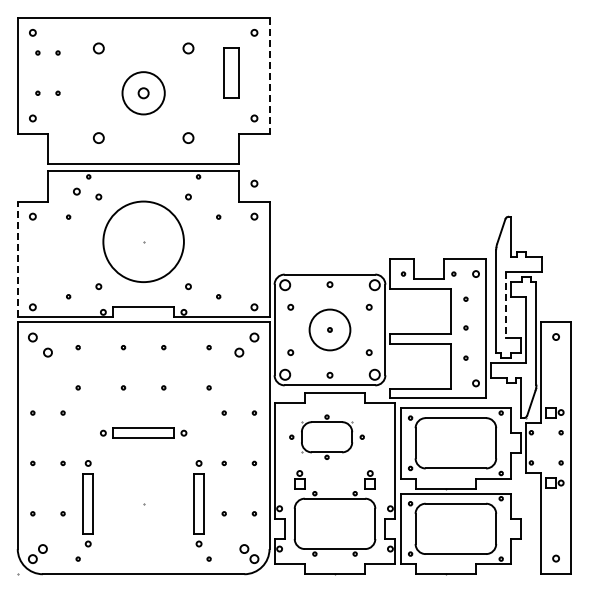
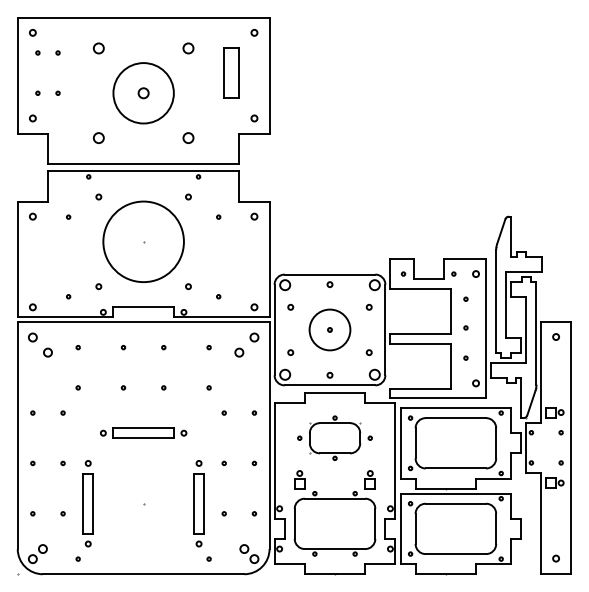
line at (269, 75): dashed -> solid
circle at (143, 93) diameter: 42 px -> 60 px
circle at (254, 183): present -> none
circle at (76, 191): present -> none
line at (17, 259): dashed -> solid
line at (506, 304): dashed -> solid
part at (326, 436) position: (326, 436) -> (334, 437)
